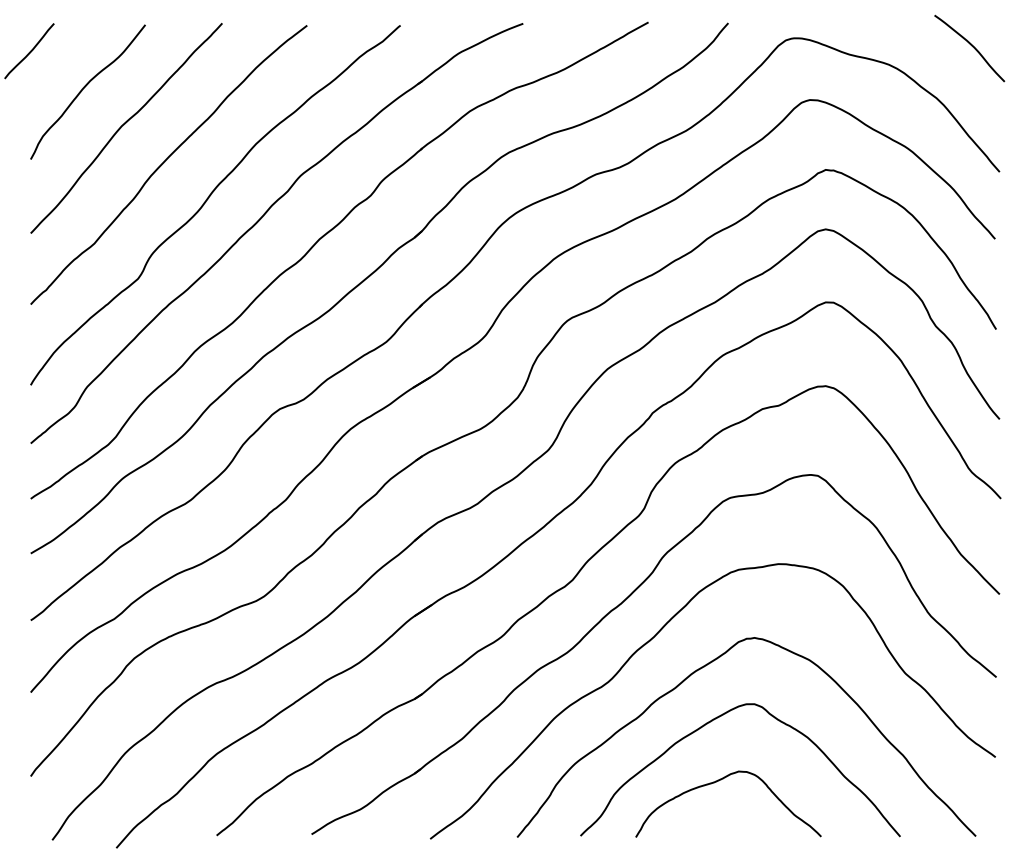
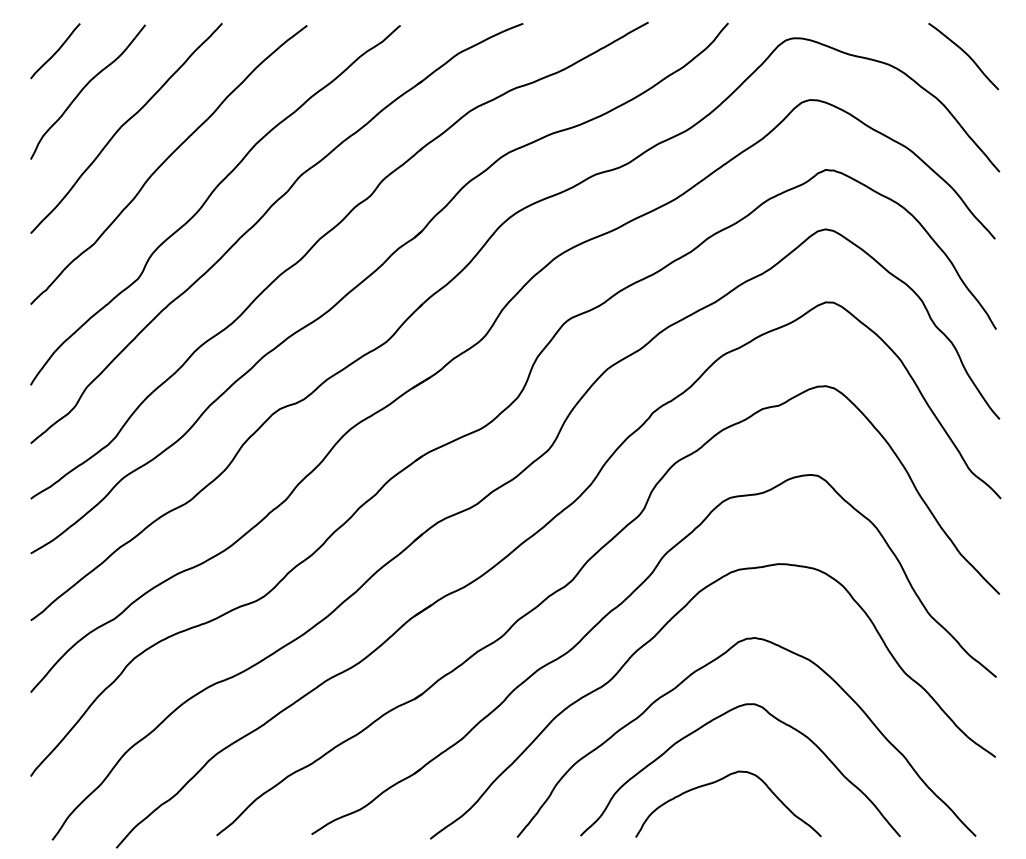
curve at (971, 46) position: (971, 46) -> (965, 54)
curve at (29, 51) position: (29, 51) -> (55, 51)
